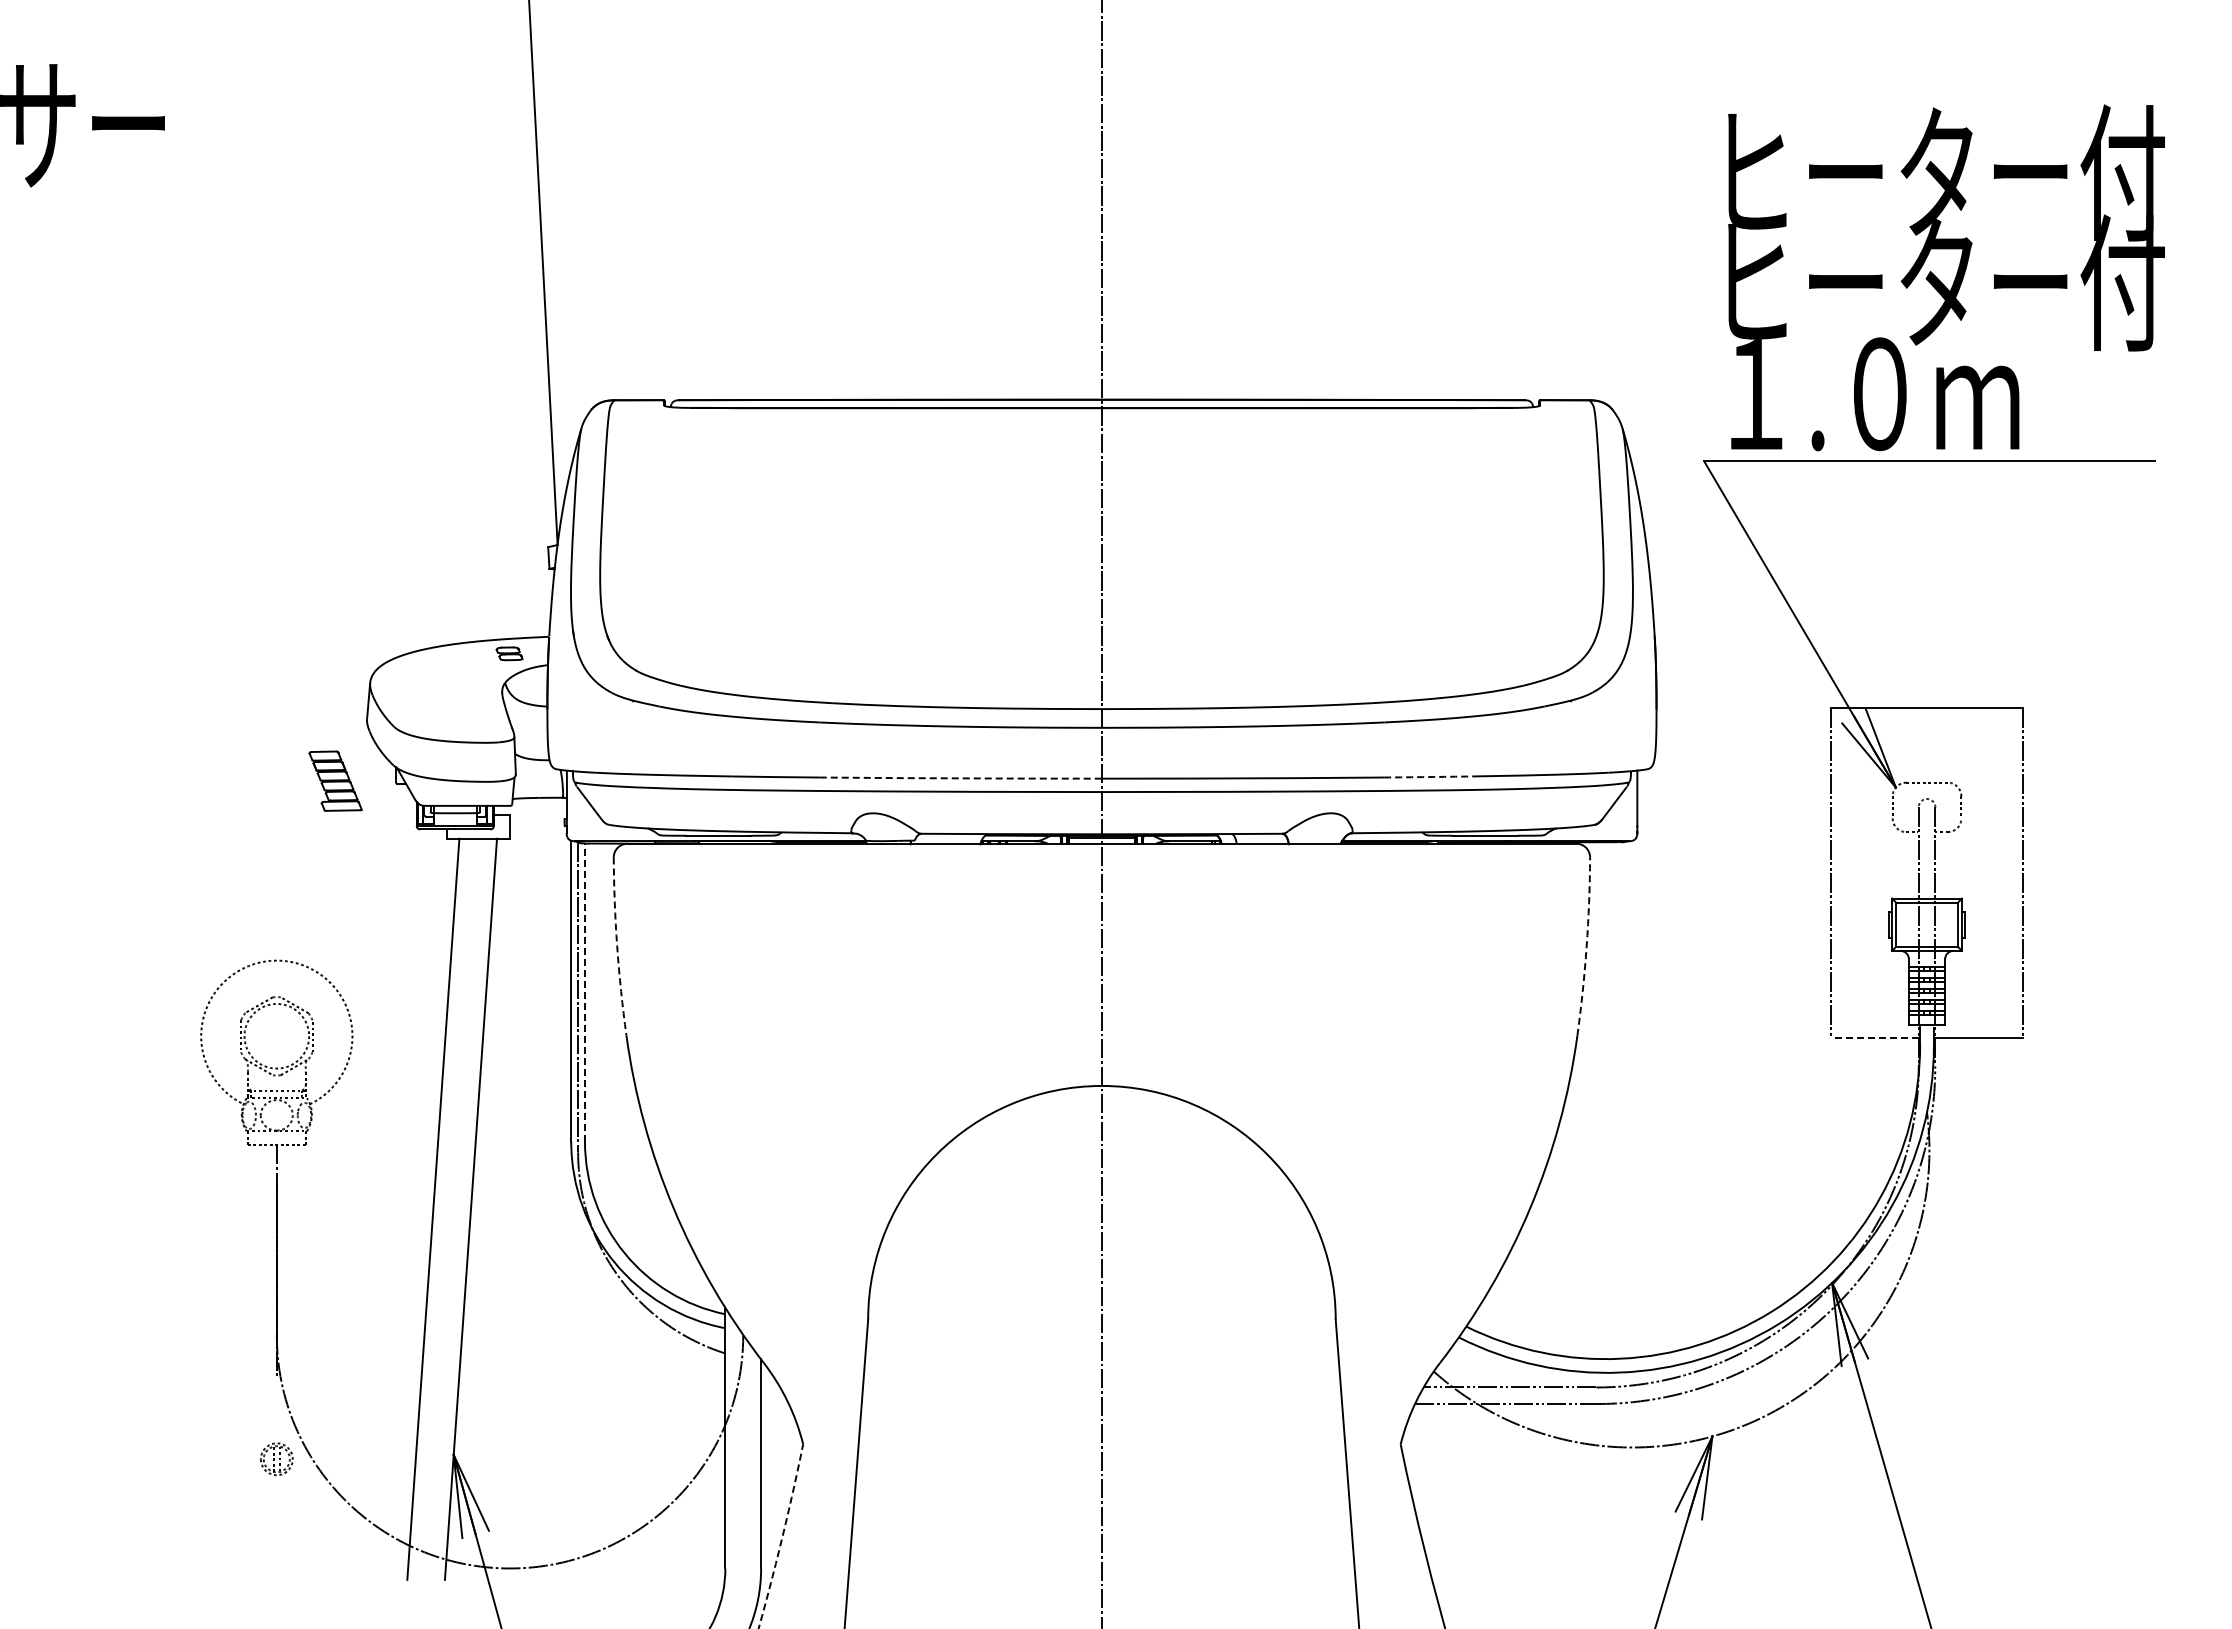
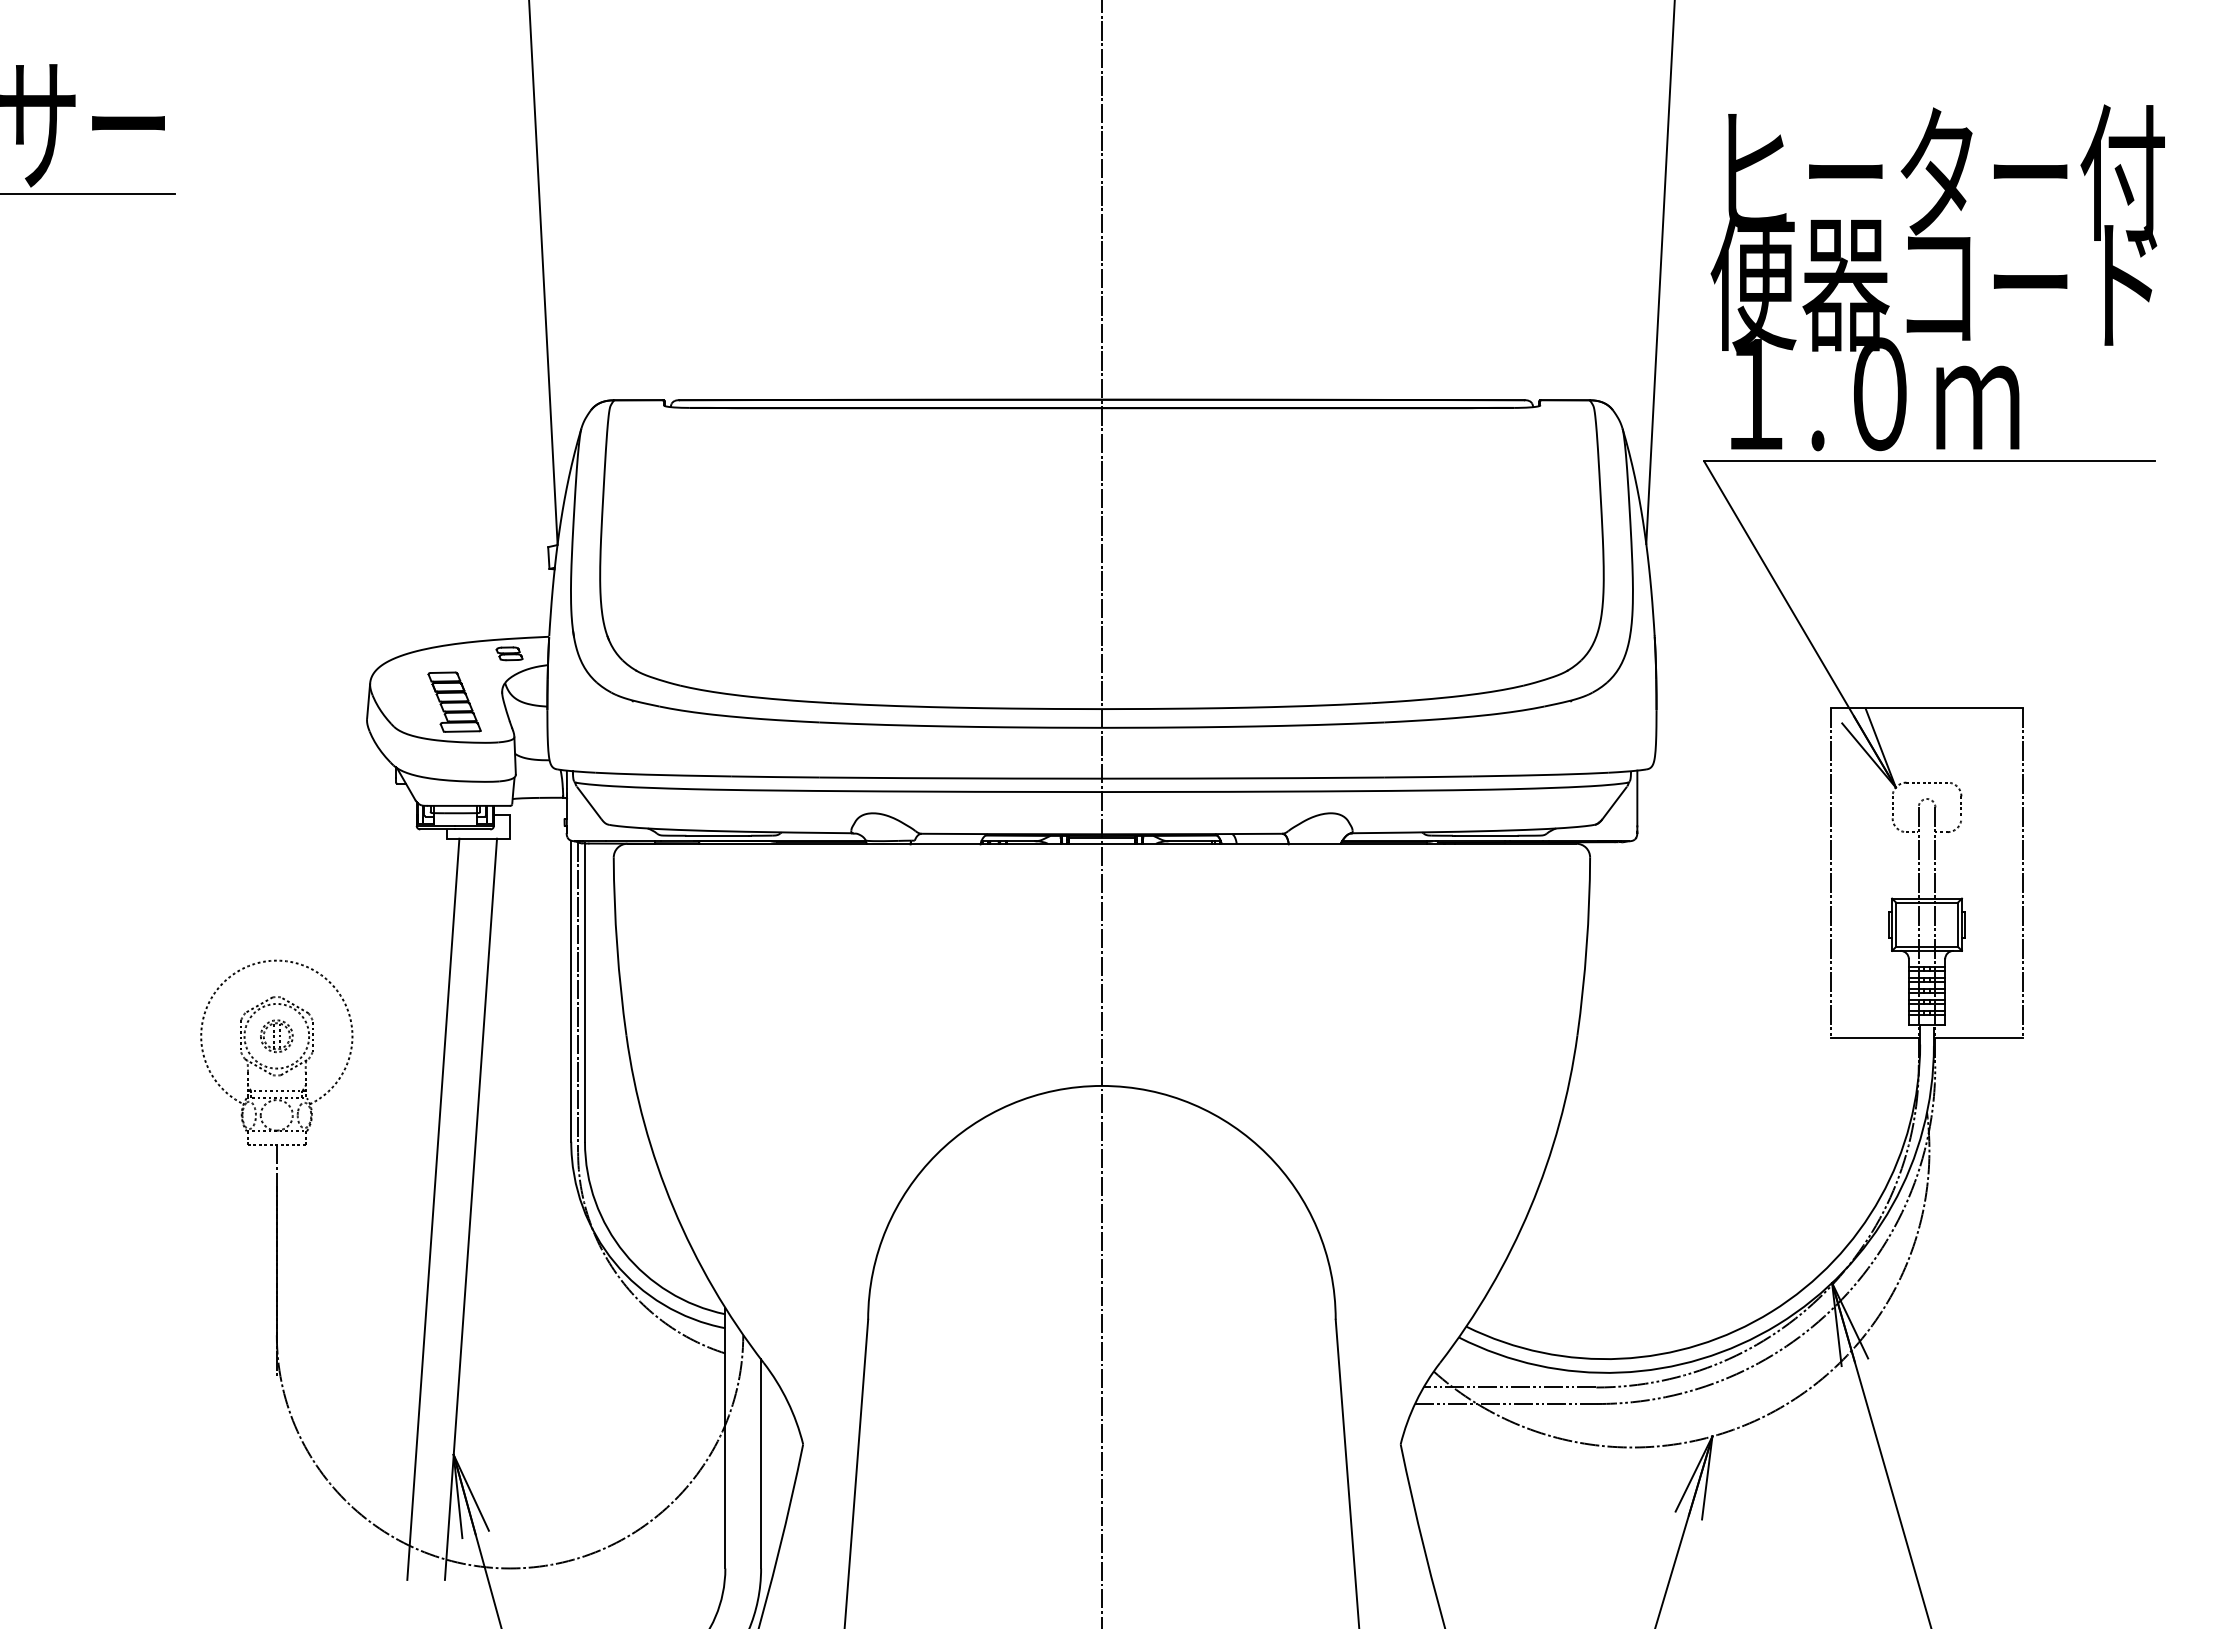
line at (88, 193): none -> present
line at (1660, 273): none -> present
text at (1937, 282): ヒーター付 -> 便器コード
arc at (1428, 777): dashed -> solid
line at (960, 778): dashed -> solid
part at (335, 780) position: (335, 780) -> (454, 701)
arc at (617, 946): dashed -> solid
arc at (1586, 946): dashed -> solid
line at (585, 992): dashed -> solid
line at (1874, 1038): dashed -> solid
part at (276, 1458) position: (276, 1458) -> (276, 1035)
arc at (782, 1536): dashed -> solid
